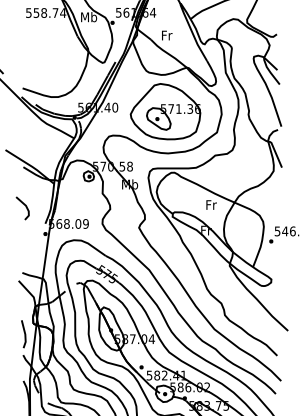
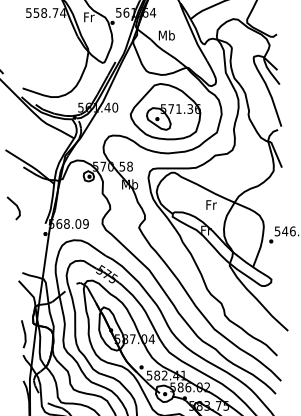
text at (89, 17): Mb -> Fr
text at (166, 35): Fr -> Mb
line at (25, 207) position: (25, 207) -> (16, 207)
